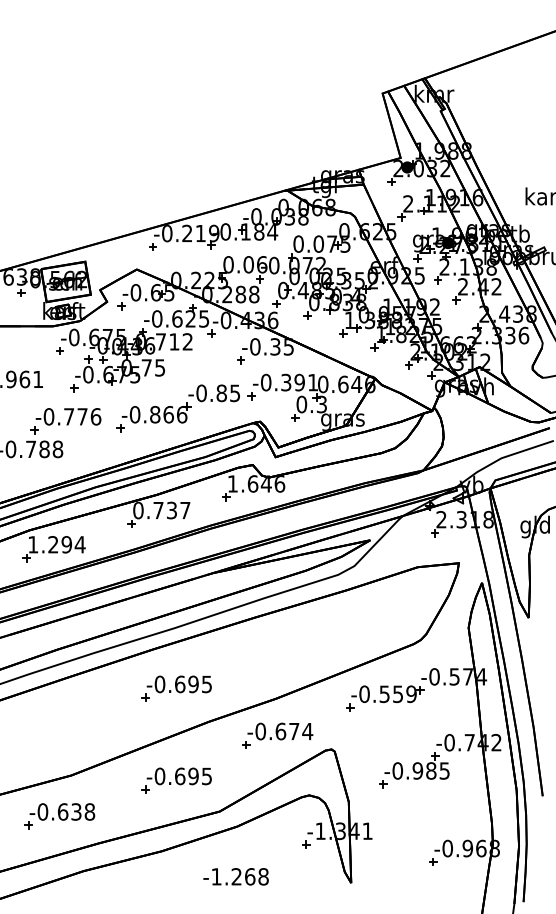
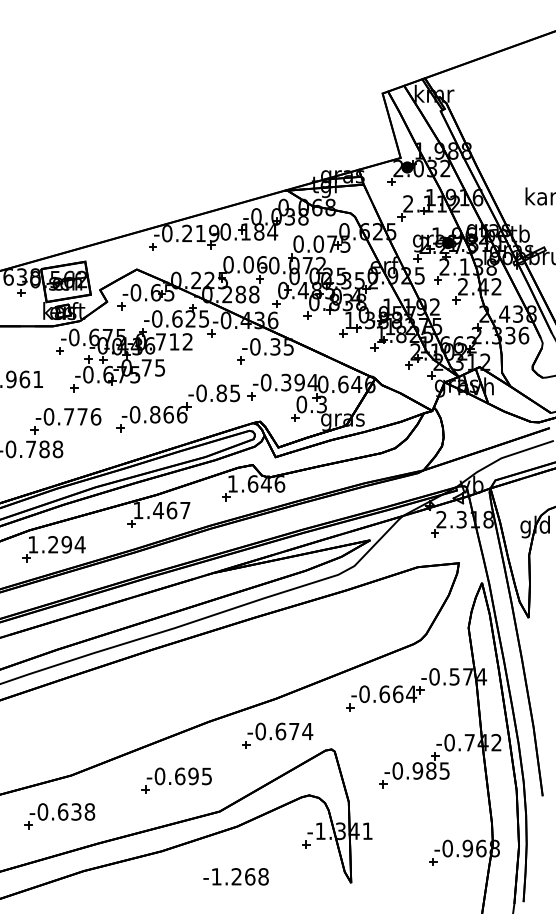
text at (312, 382): -0.391 -> -0.394
text at (155, 510): 0.737 -> 1.467
part at (176, 688): present -> none
text at (398, 694): -0.559 -> -0.664
